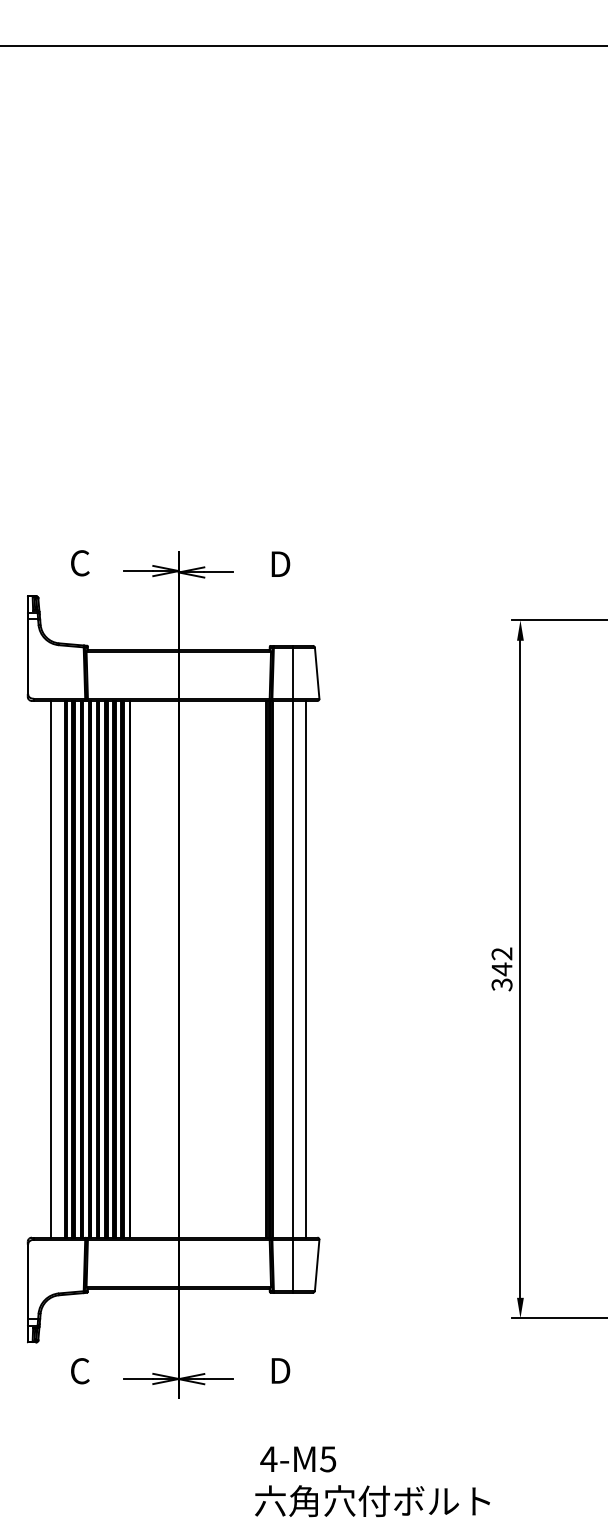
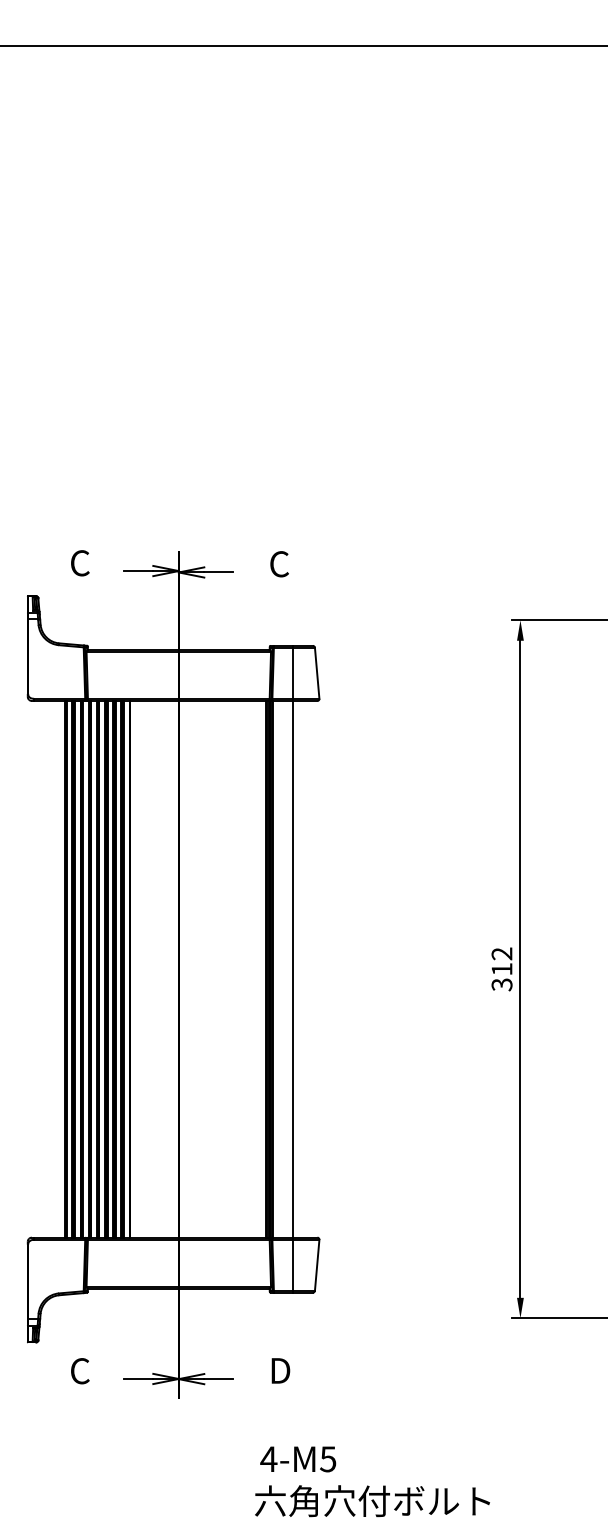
text at (280, 564): D -> C
line at (51, 968): present -> none
line at (306, 968): present -> none
text at (501, 969): 342 -> 312
